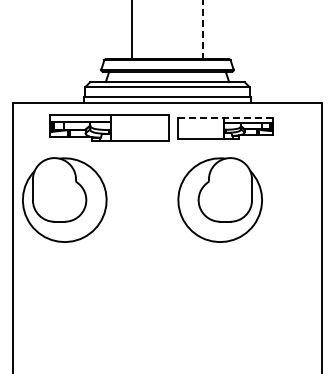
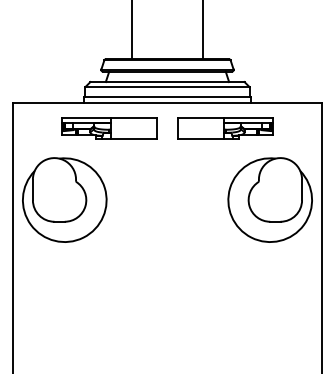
line at (203, 30): dashed -> solid
line at (225, 118): dashed -> solid
part at (109, 127) size: 121x28 px -> 97x23 px
part at (219, 199) position: (219, 199) -> (269, 199)
